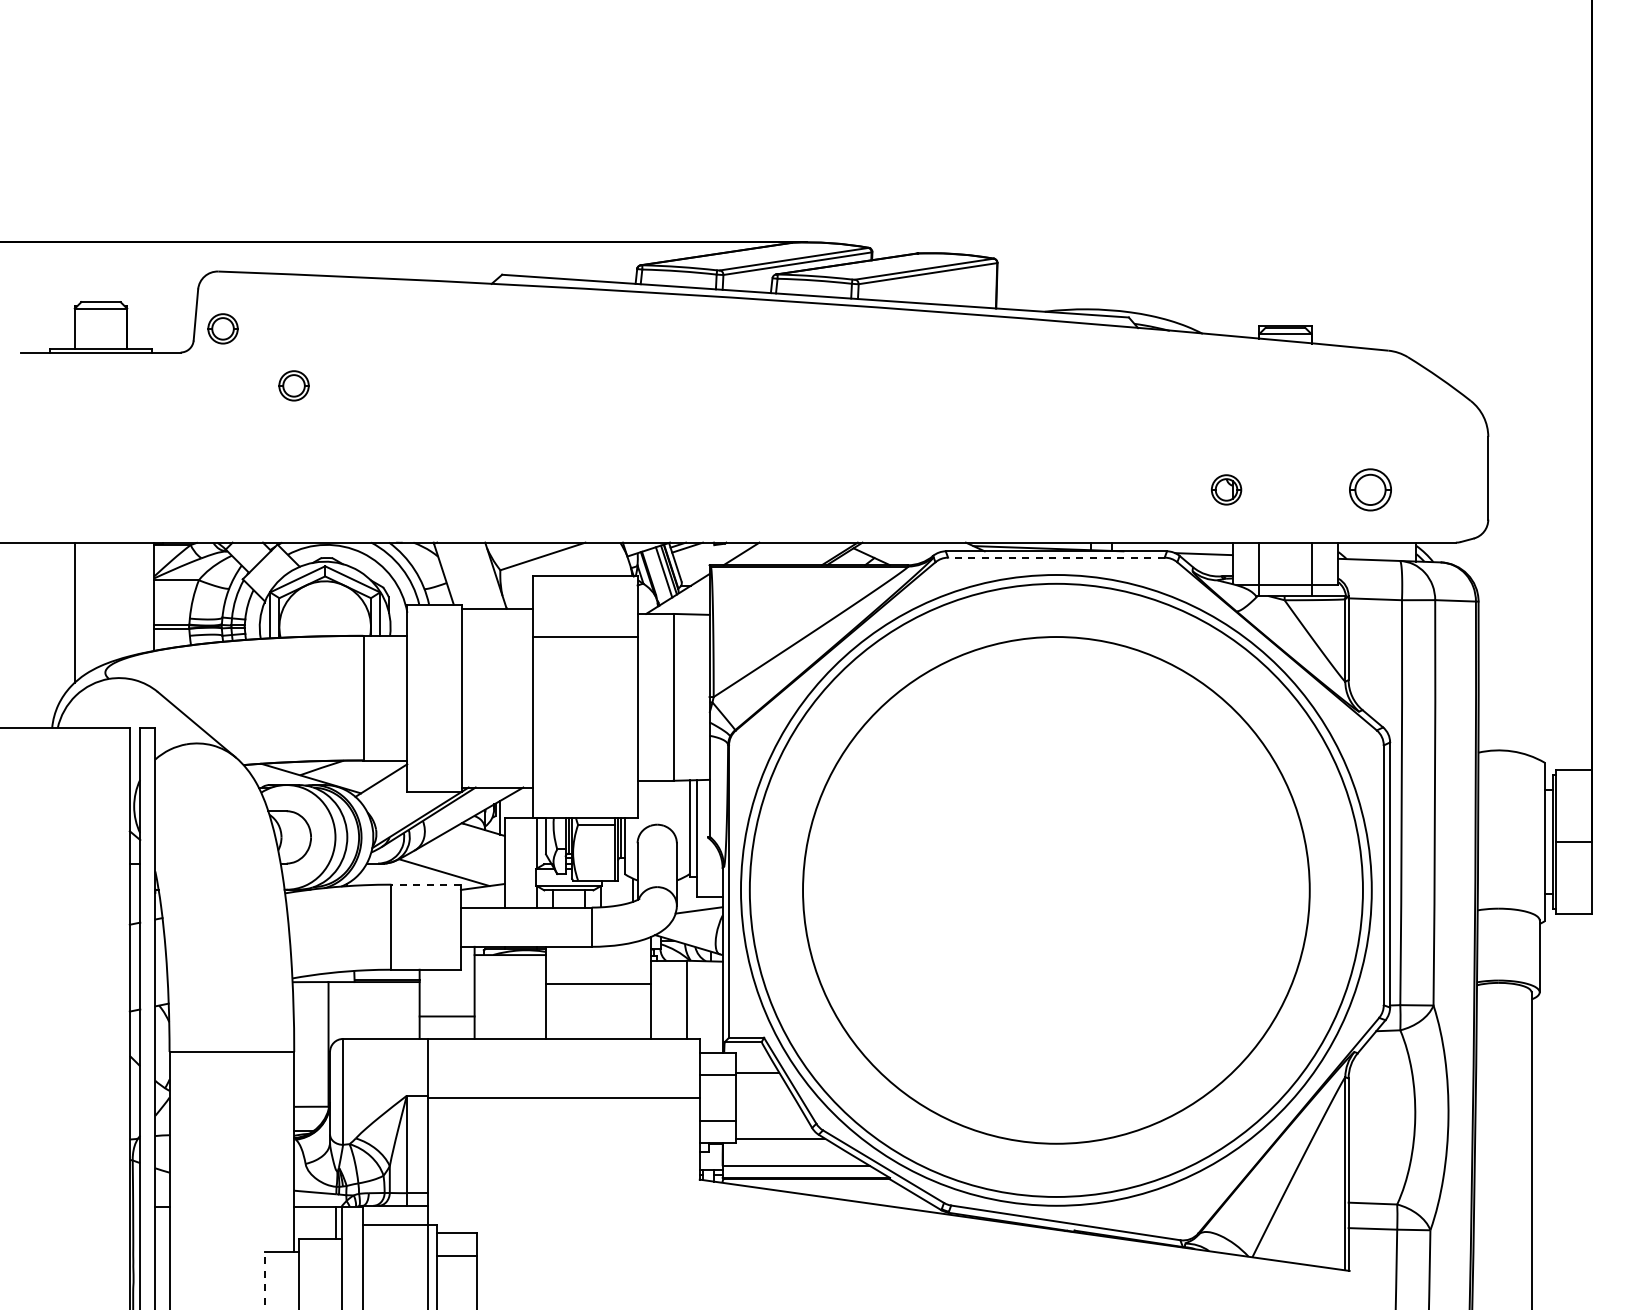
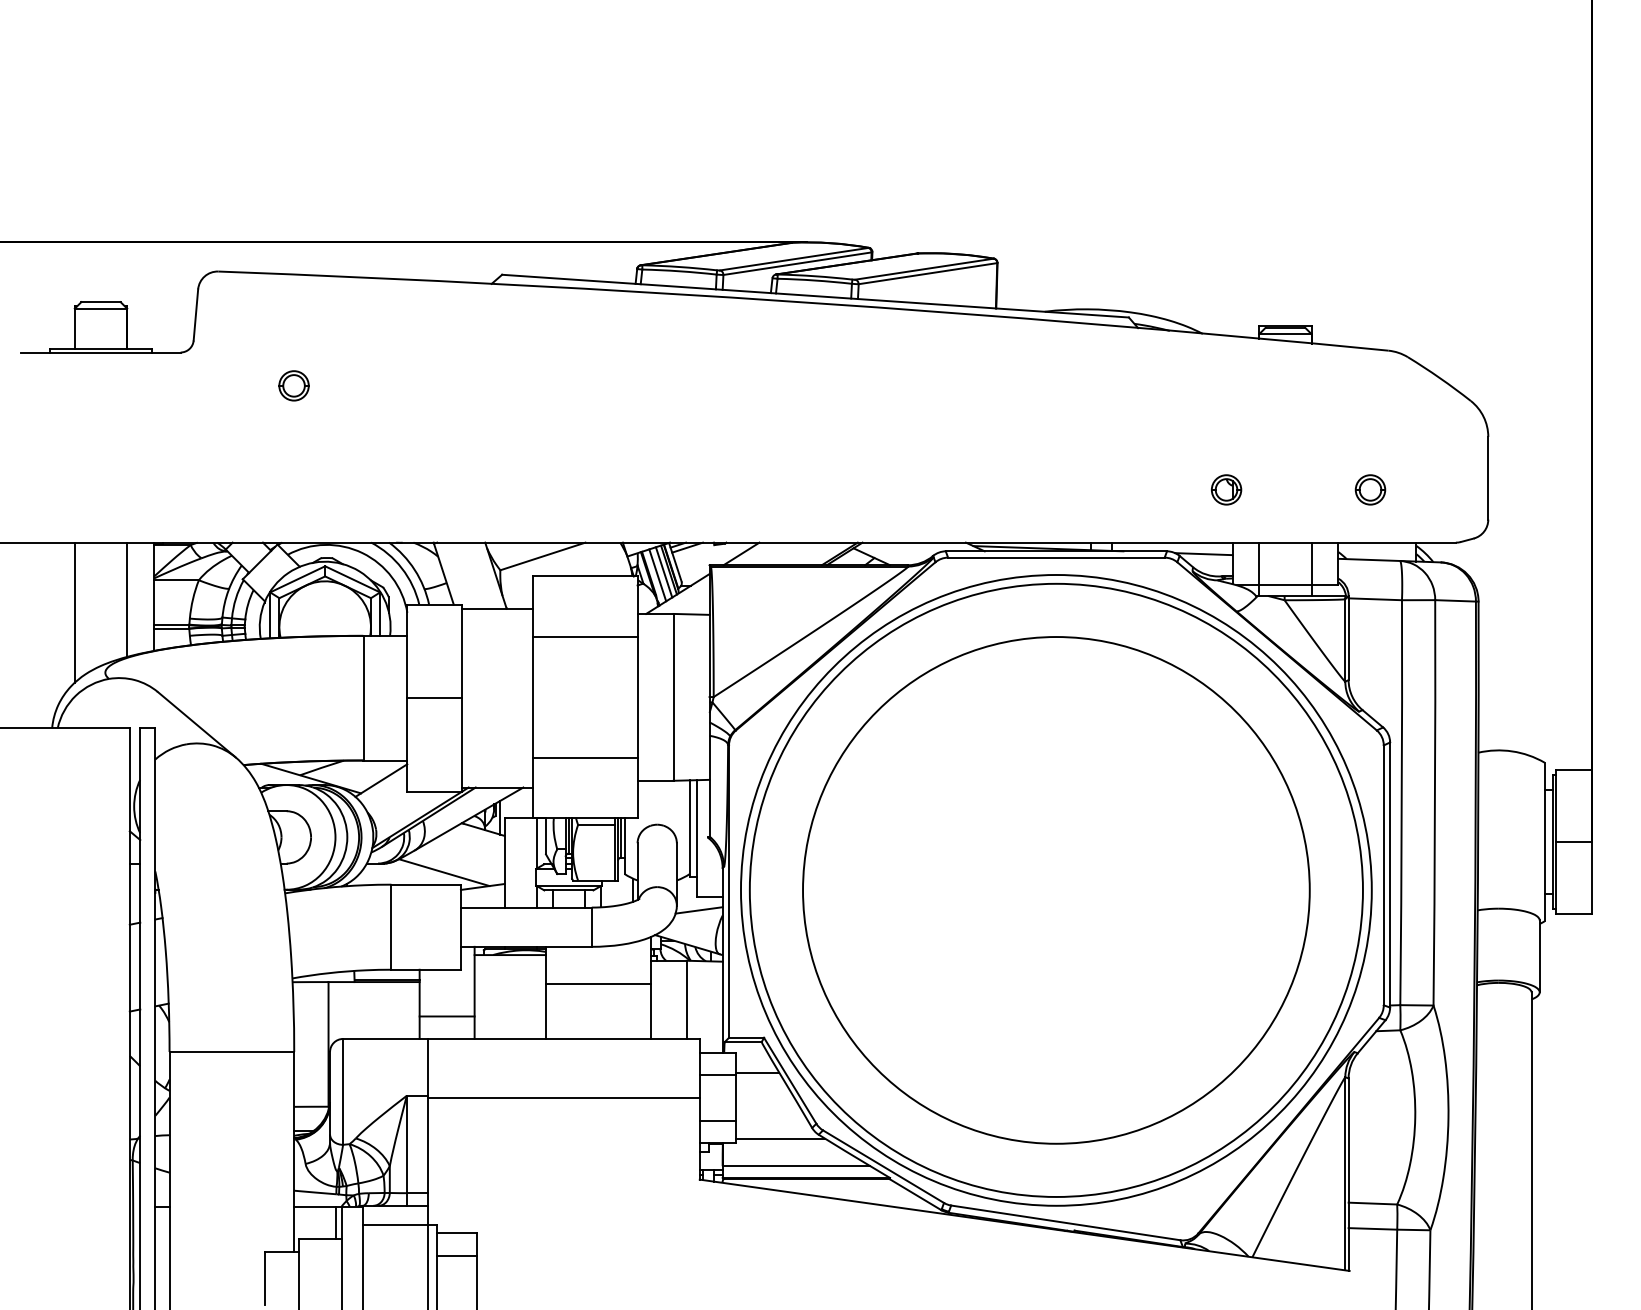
part at (222, 328): present -> none
part at (1370, 489) size: 43x44 px -> 33x32 px
line at (1055, 557): dashed -> solid
line at (657, 575): none -> present
line at (127, 599): none -> present
line at (434, 698): none -> present
line at (584, 757): none -> present
line at (426, 884): dashed -> solid
line at (264, 1278): dashed -> solid
